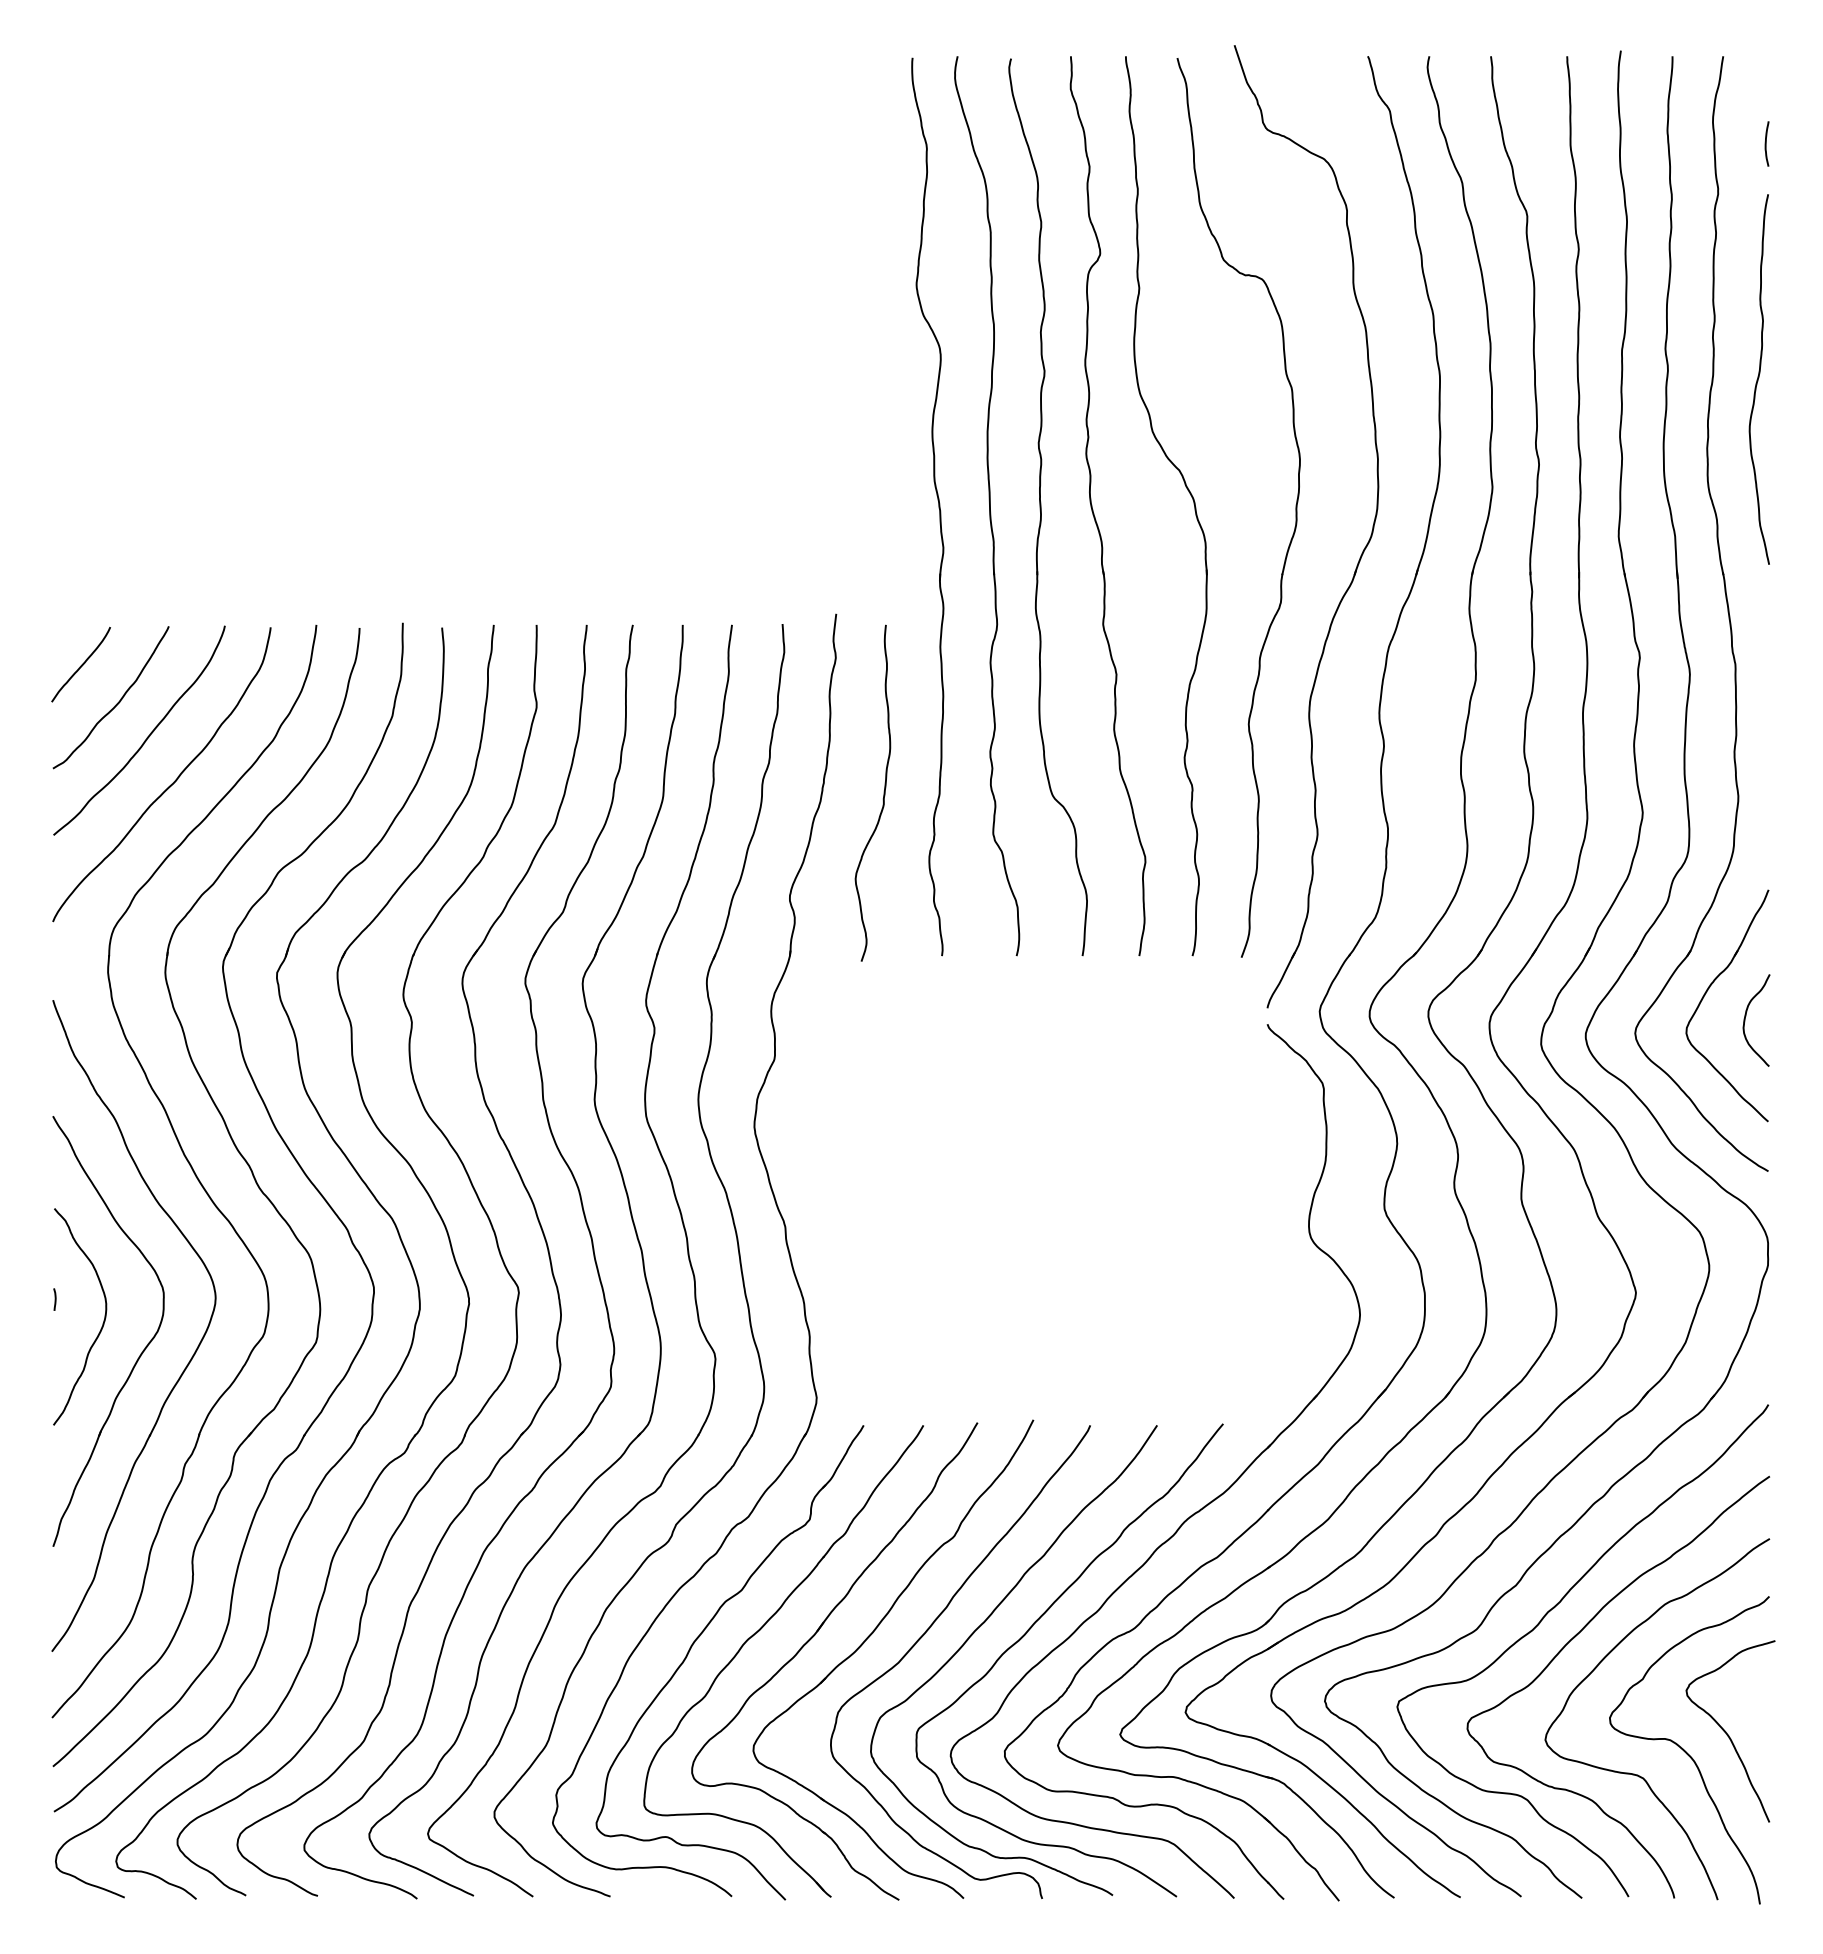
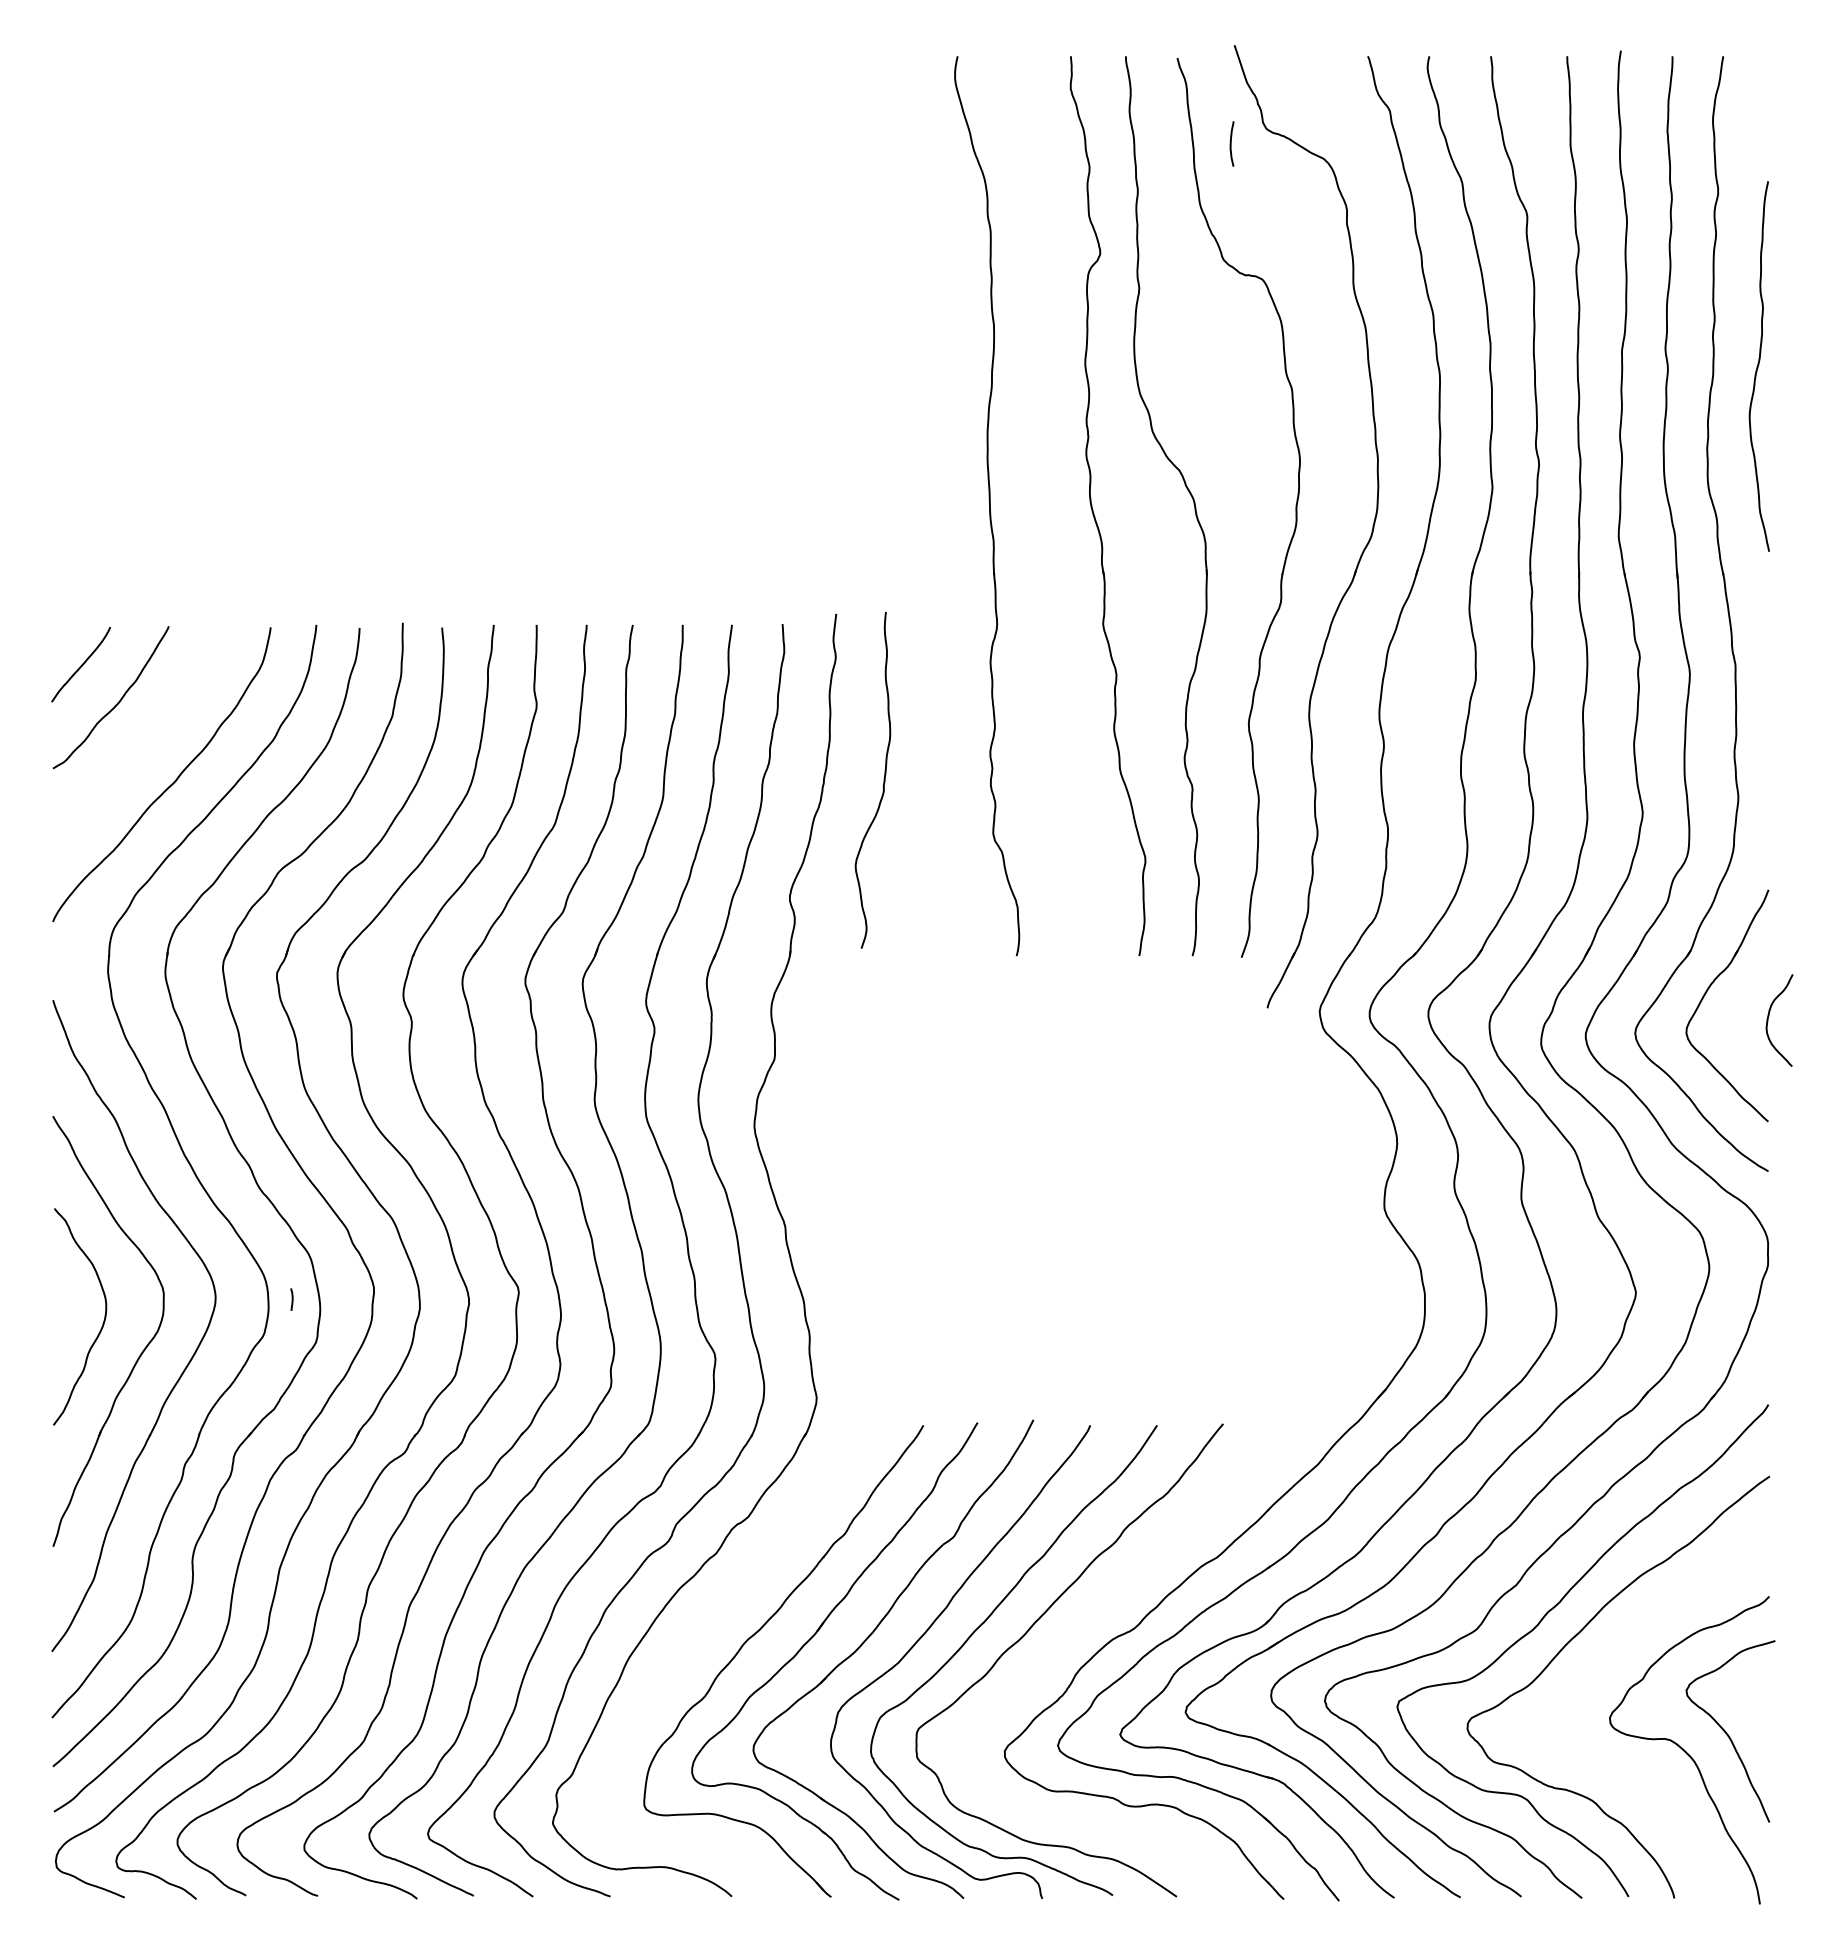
curve at (1766, 143) position: (1766, 143) -> (1231, 143)
curve at (1758, 379) position: (1758, 379) -> (1758, 366)
part at (938, 506): present -> none
part at (1047, 507): present -> none
curve at (146, 737): present -> none
curve at (883, 792) position: (883, 792) -> (883, 779)
curve at (1746, 1016) position: (1746, 1016) -> (1769, 1016)
line at (54, 1299) position: (54, 1299) -> (291, 1299)
part at (1194, 1512): present -> none
part at (700, 1636): present -> none
curve at (1637, 1774): present -> none
